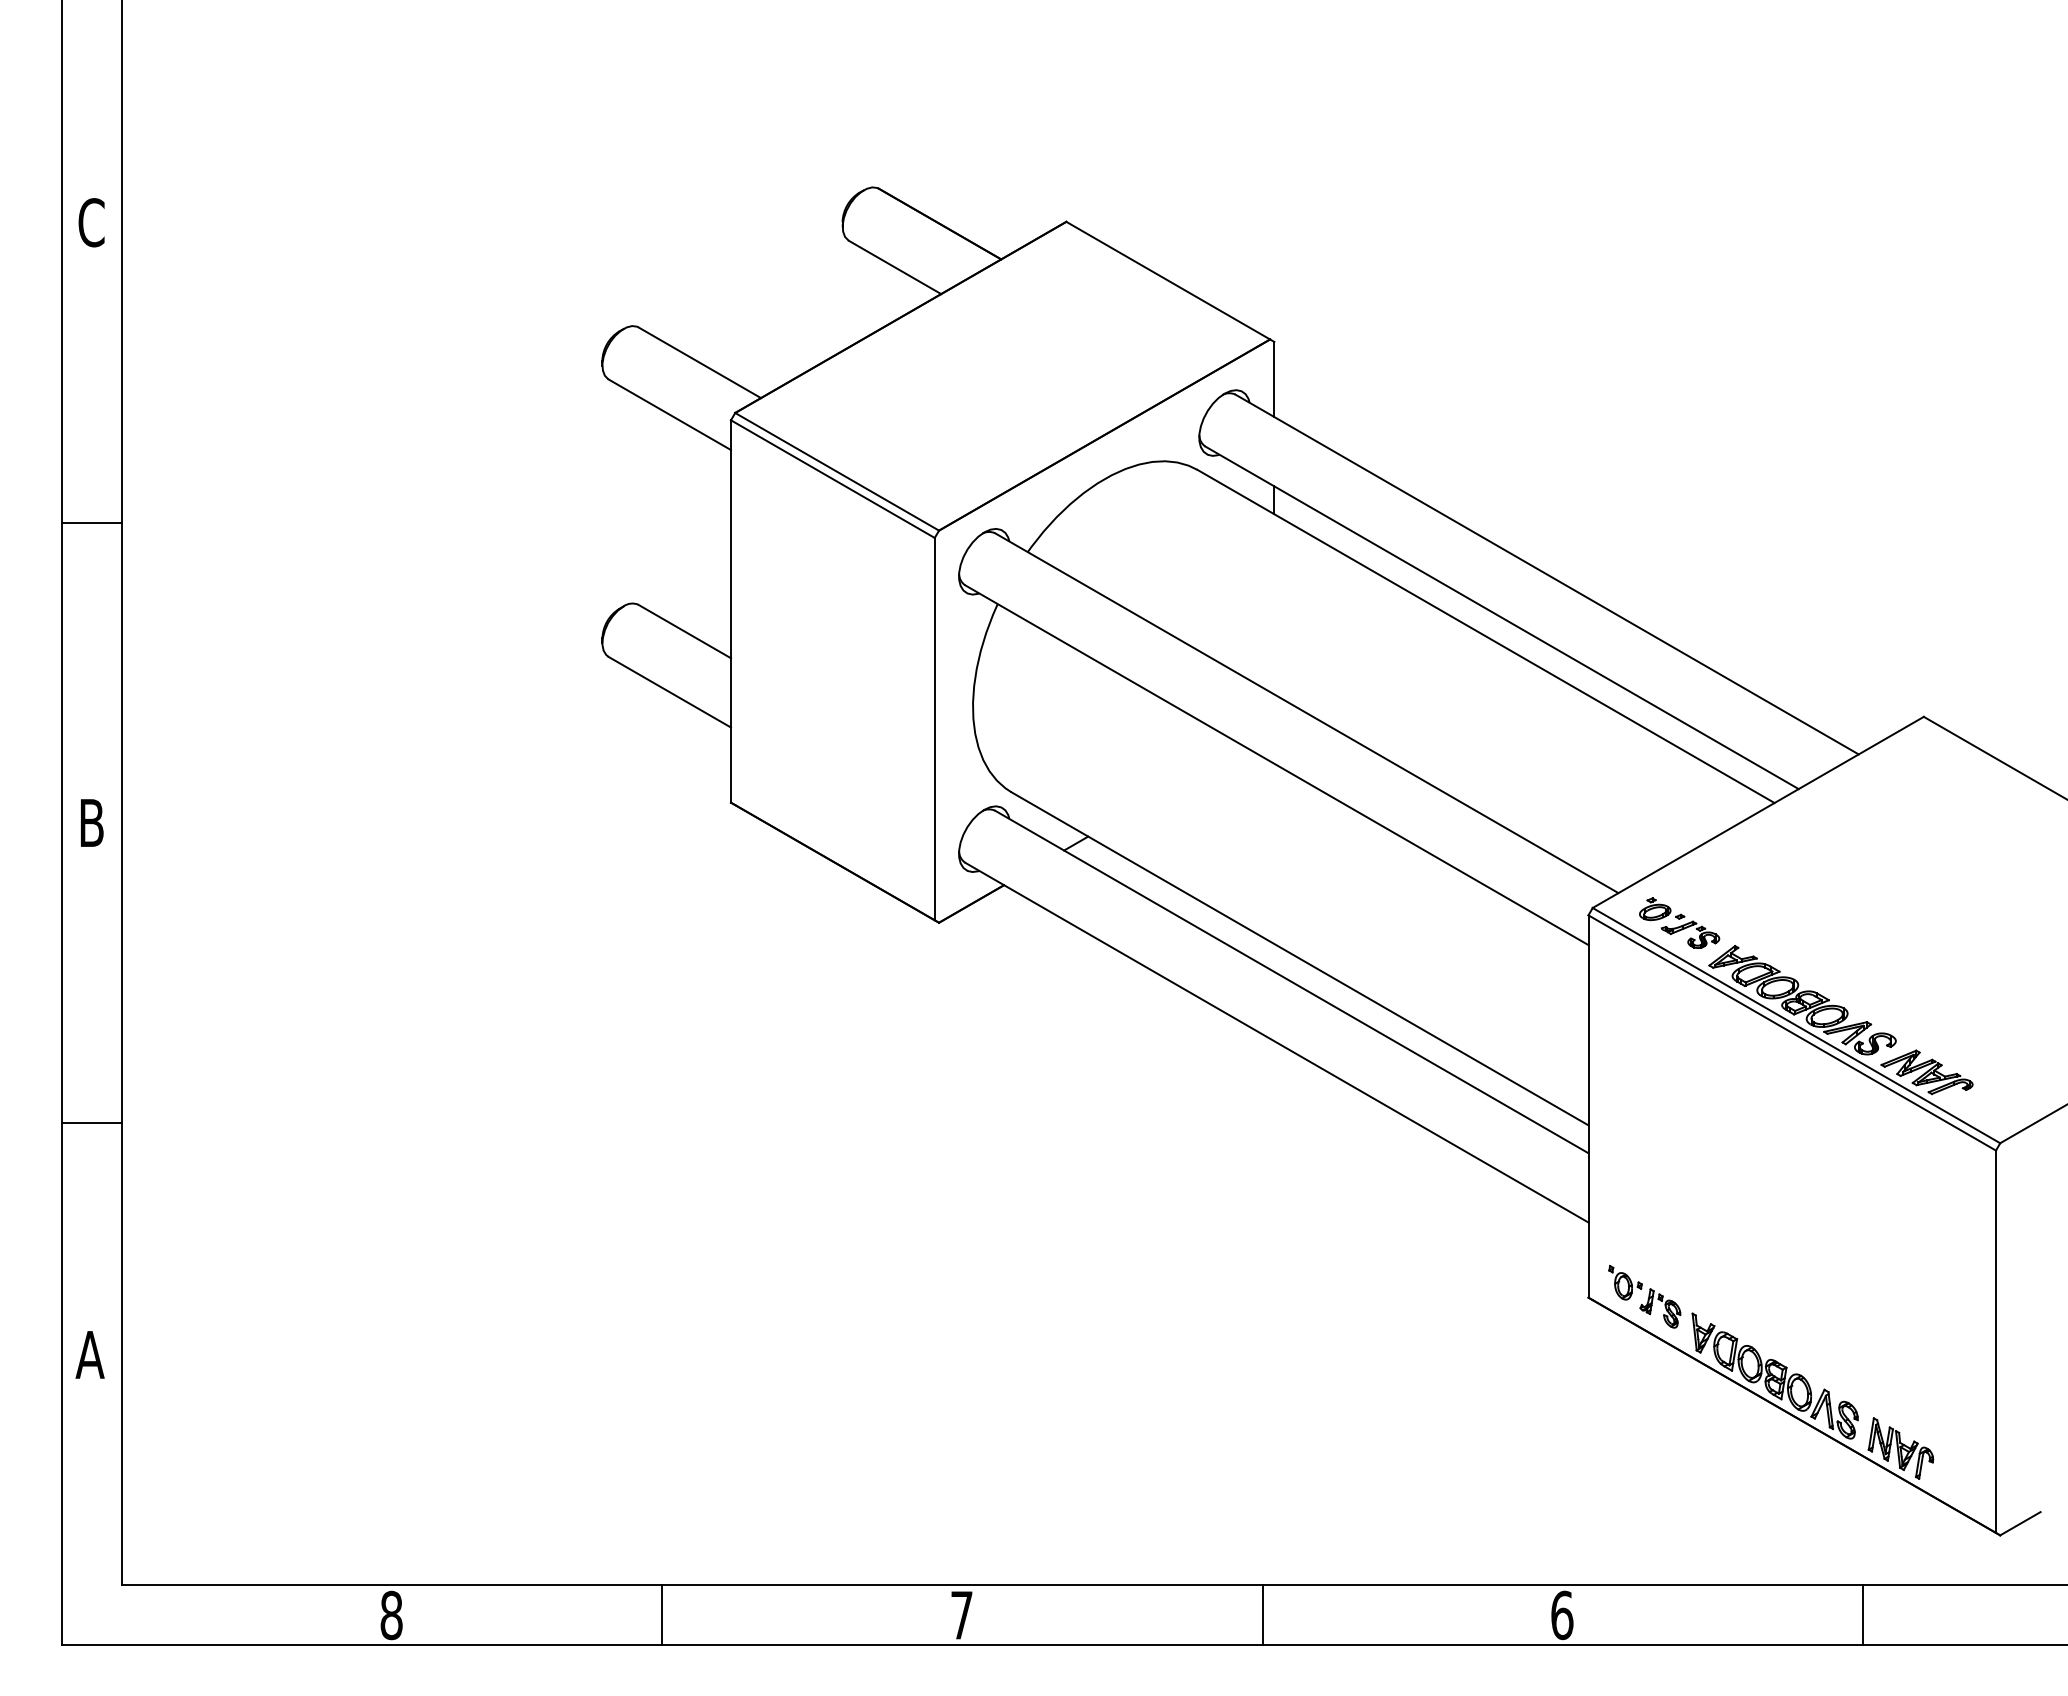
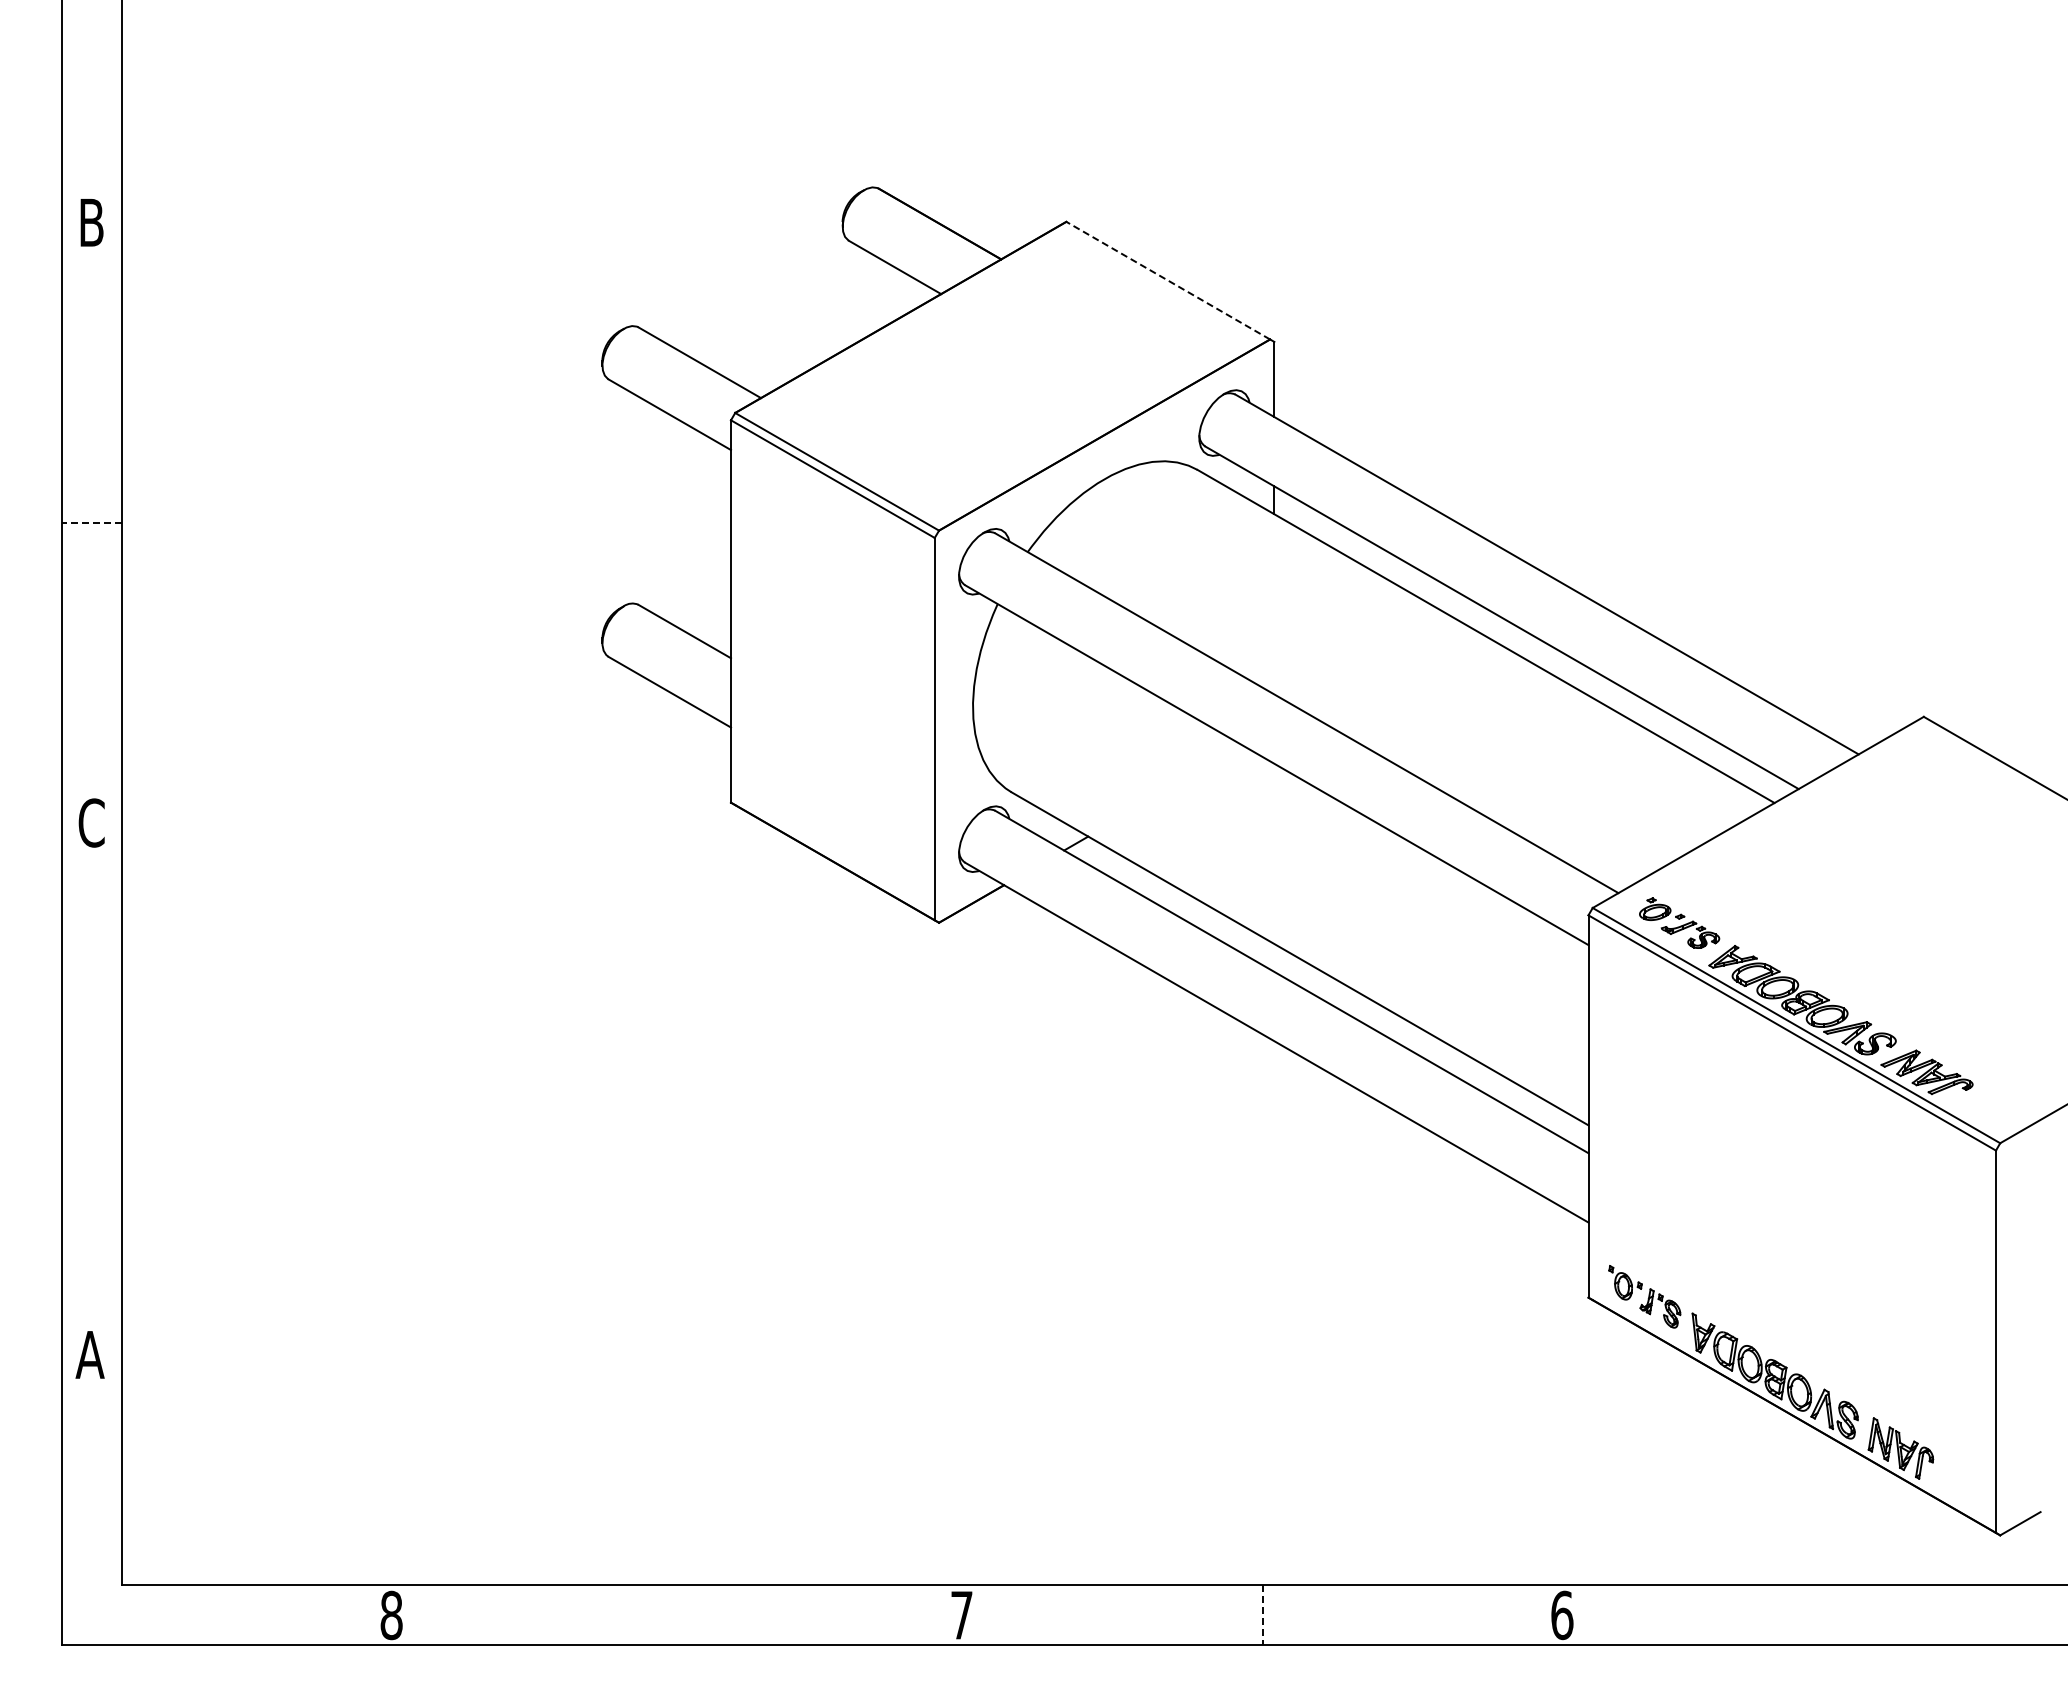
text at (91, 222): C -> B
line at (1168, 280): solid -> dashed
line at (91, 522): solid -> dashed
text at (91, 822): B -> C
line at (92, 1123): present -> none
line at (662, 1615): present -> none
line at (1262, 1615): solid -> dashed
line at (1862, 1615): present -> none
